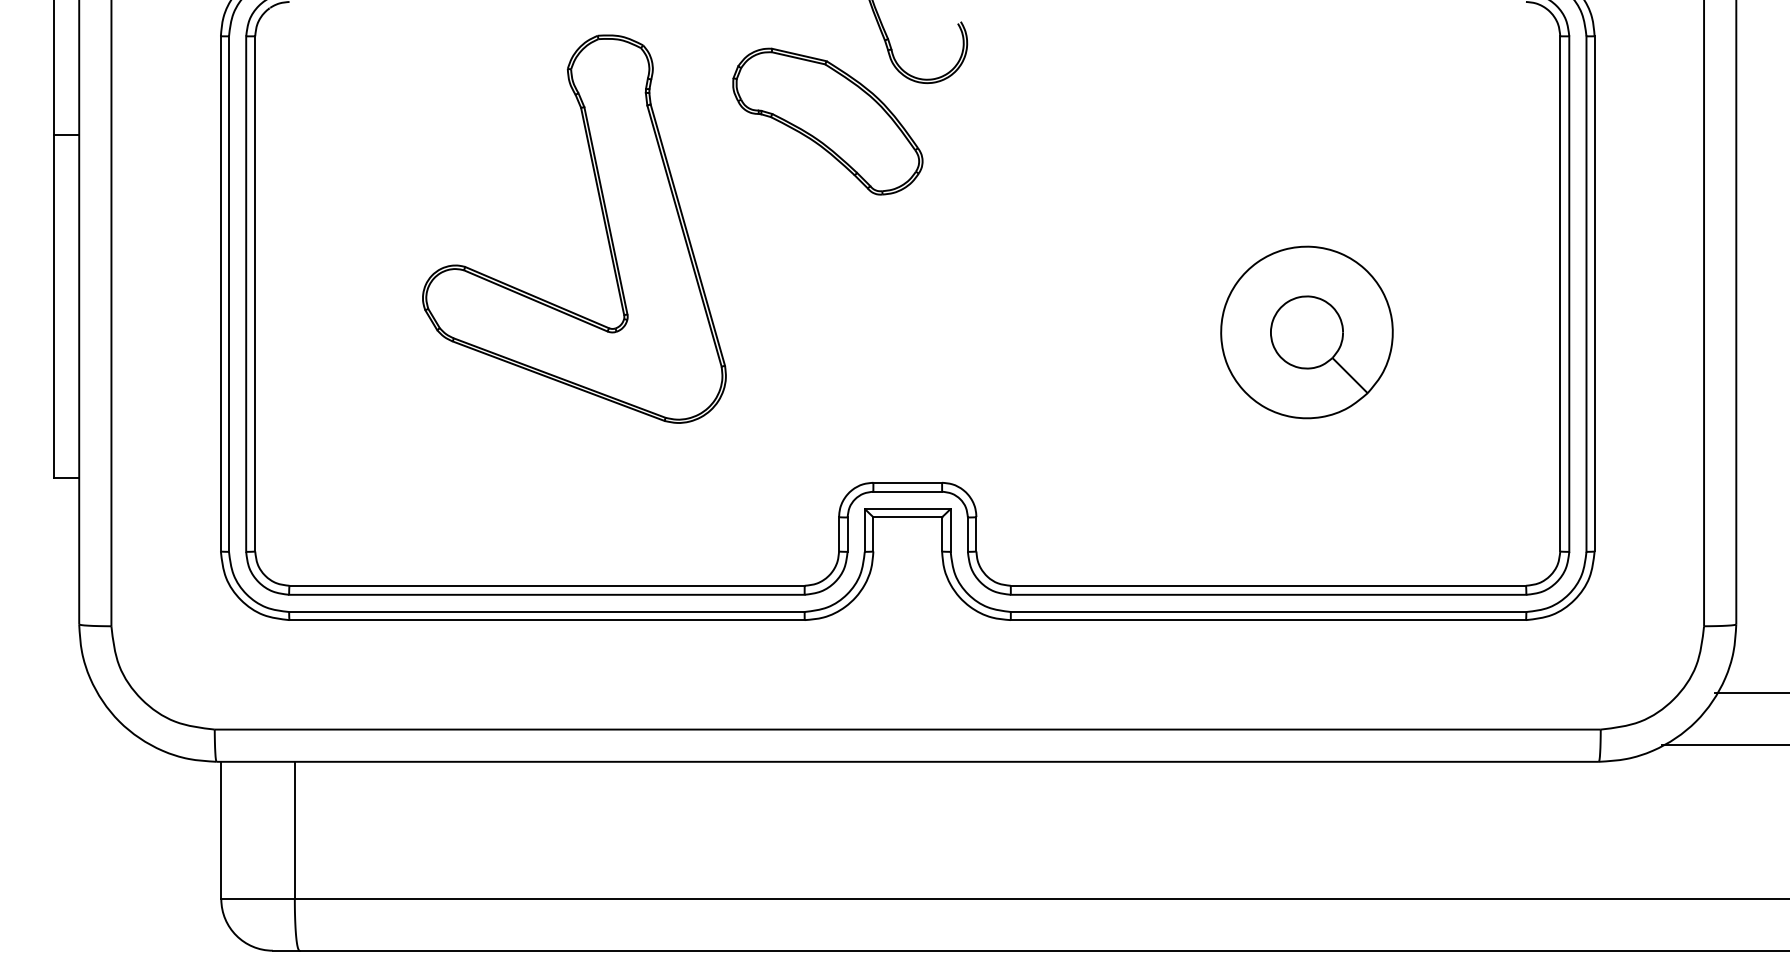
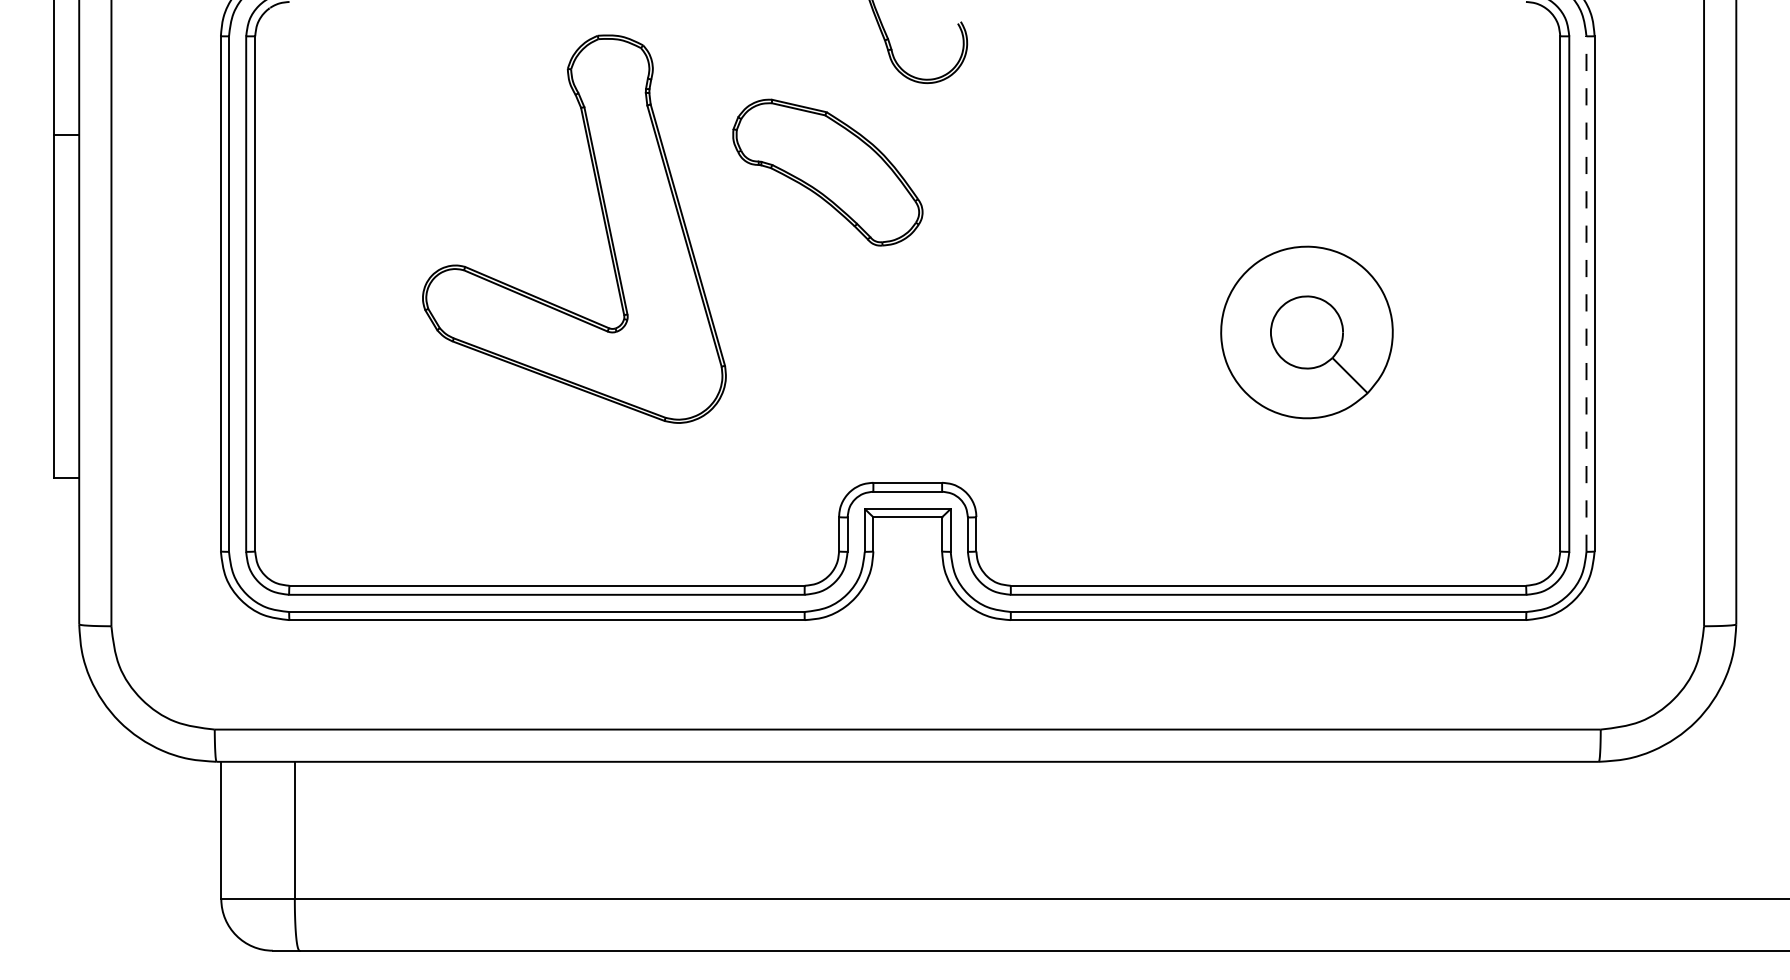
part at (827, 121) position: (827, 121) -> (827, 172)
line at (1586, 294): solid -> dashed
line at (1750, 693): present -> none
line at (1723, 744): present -> none
